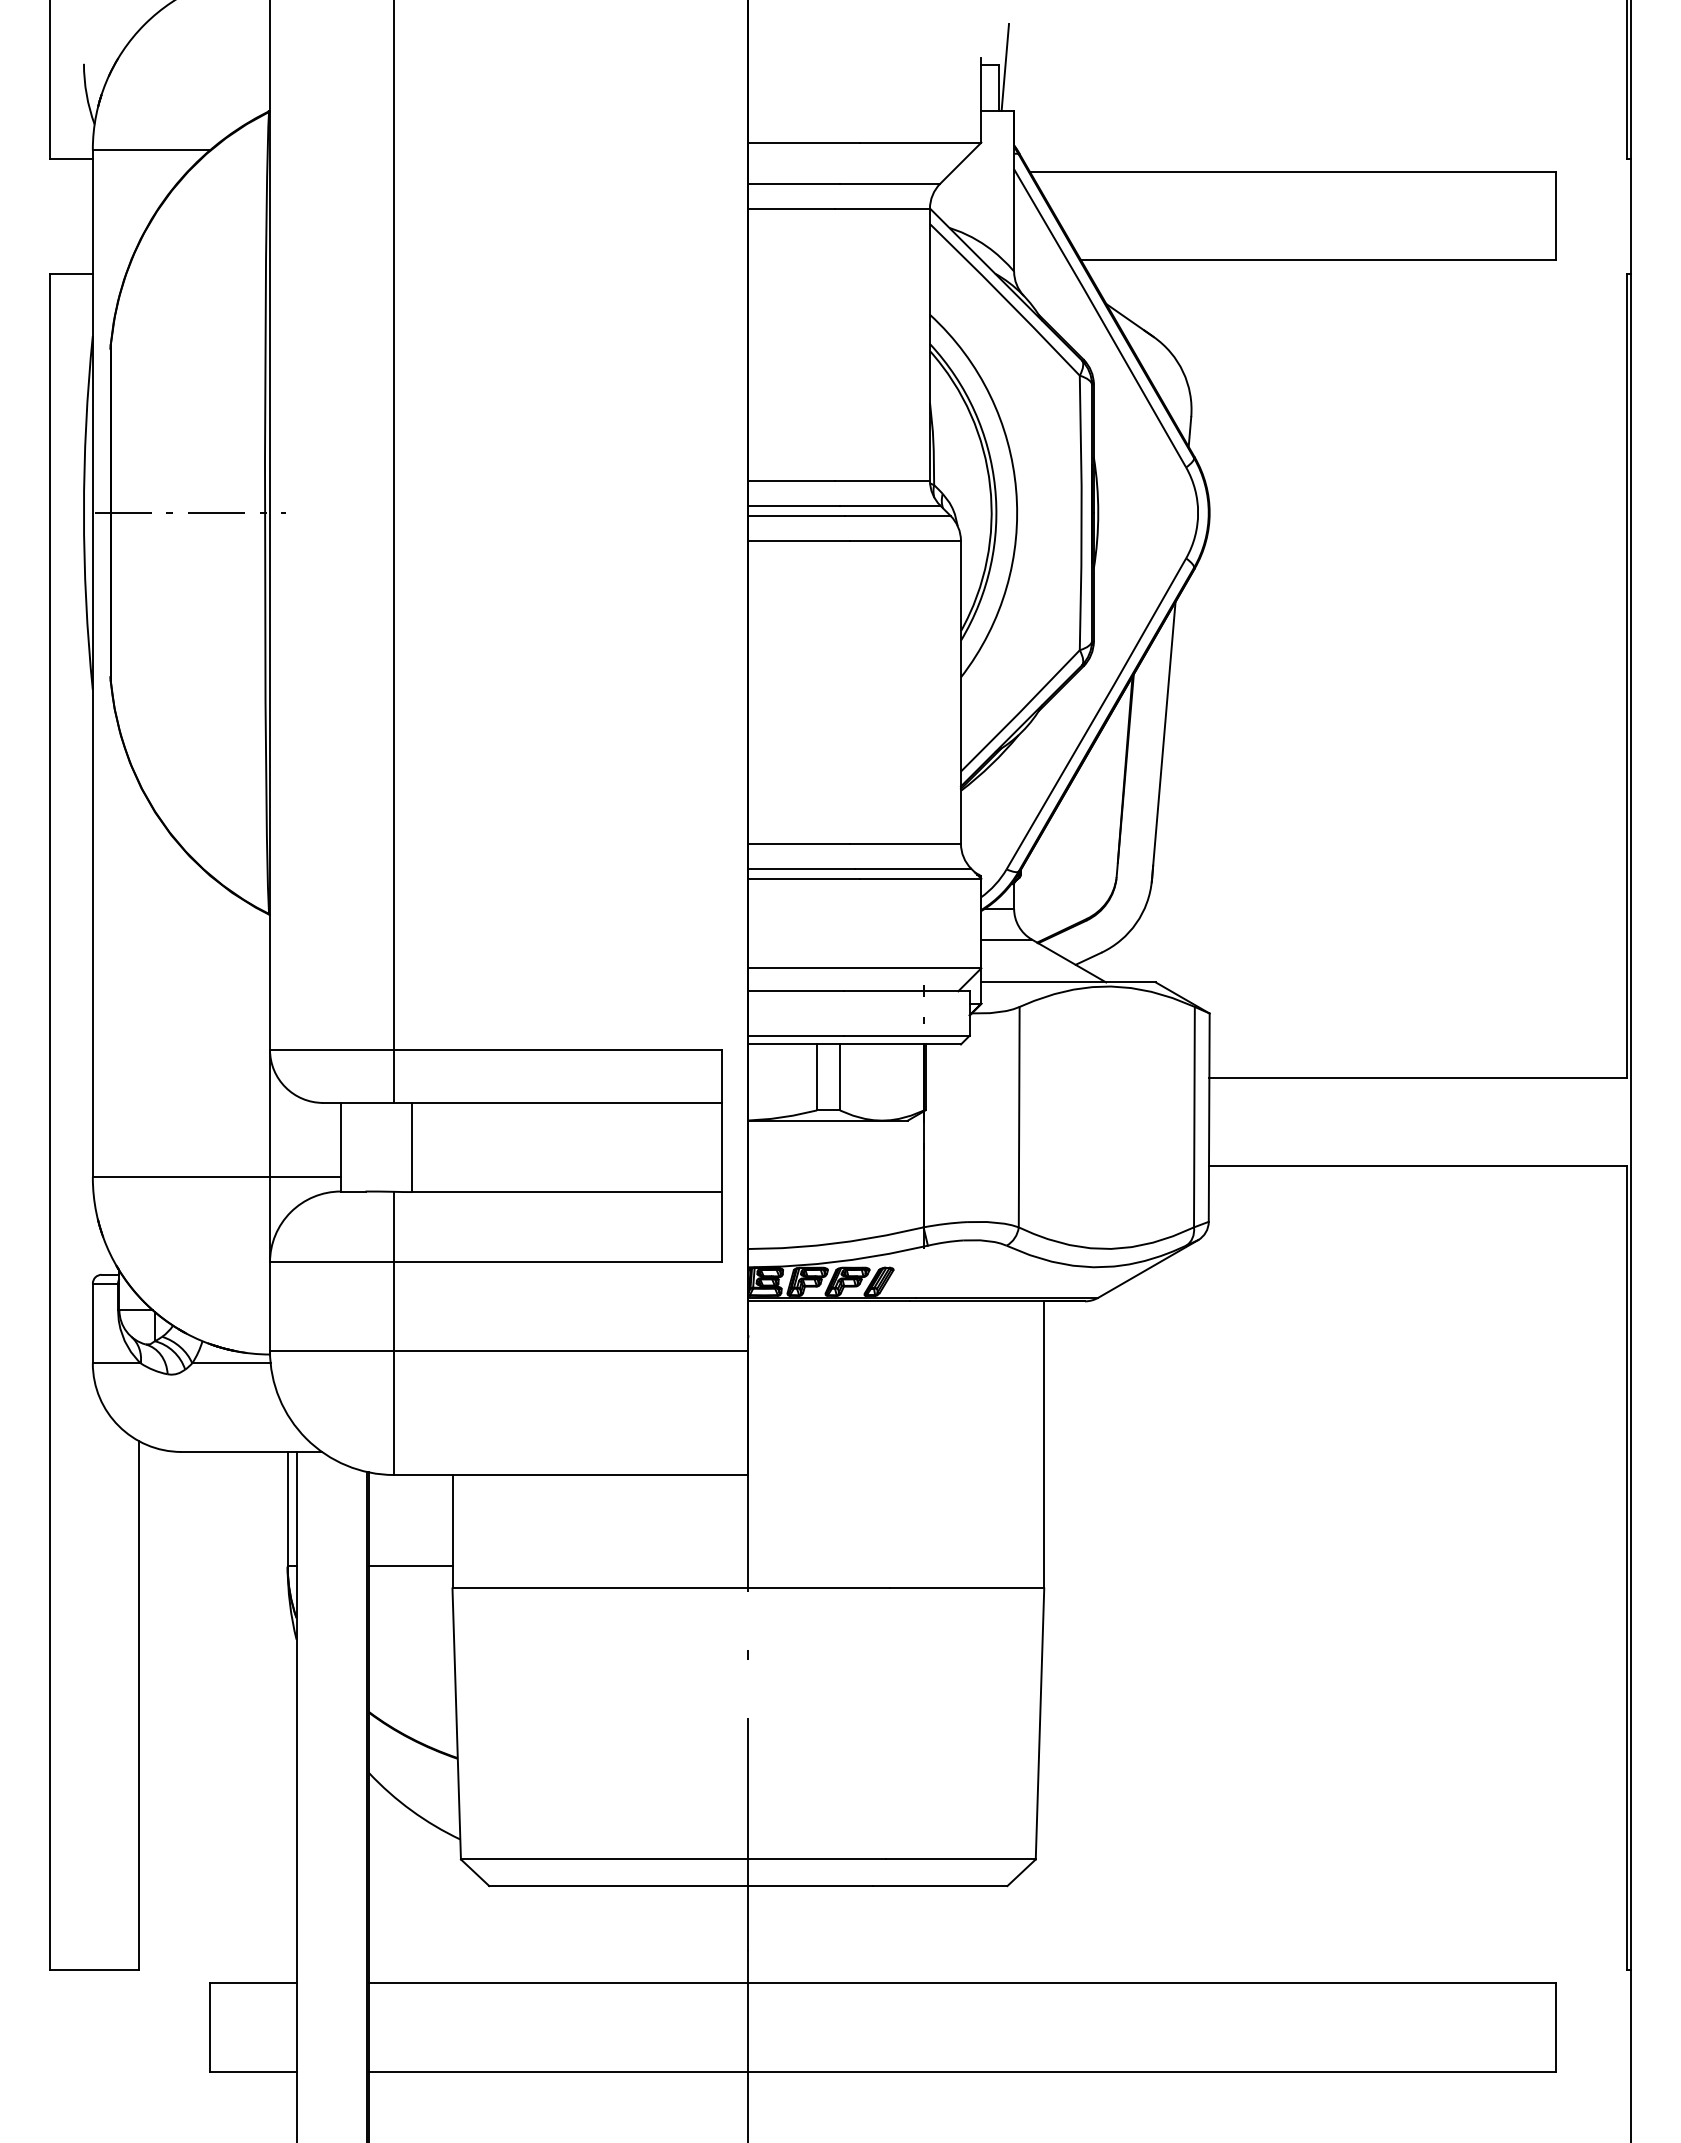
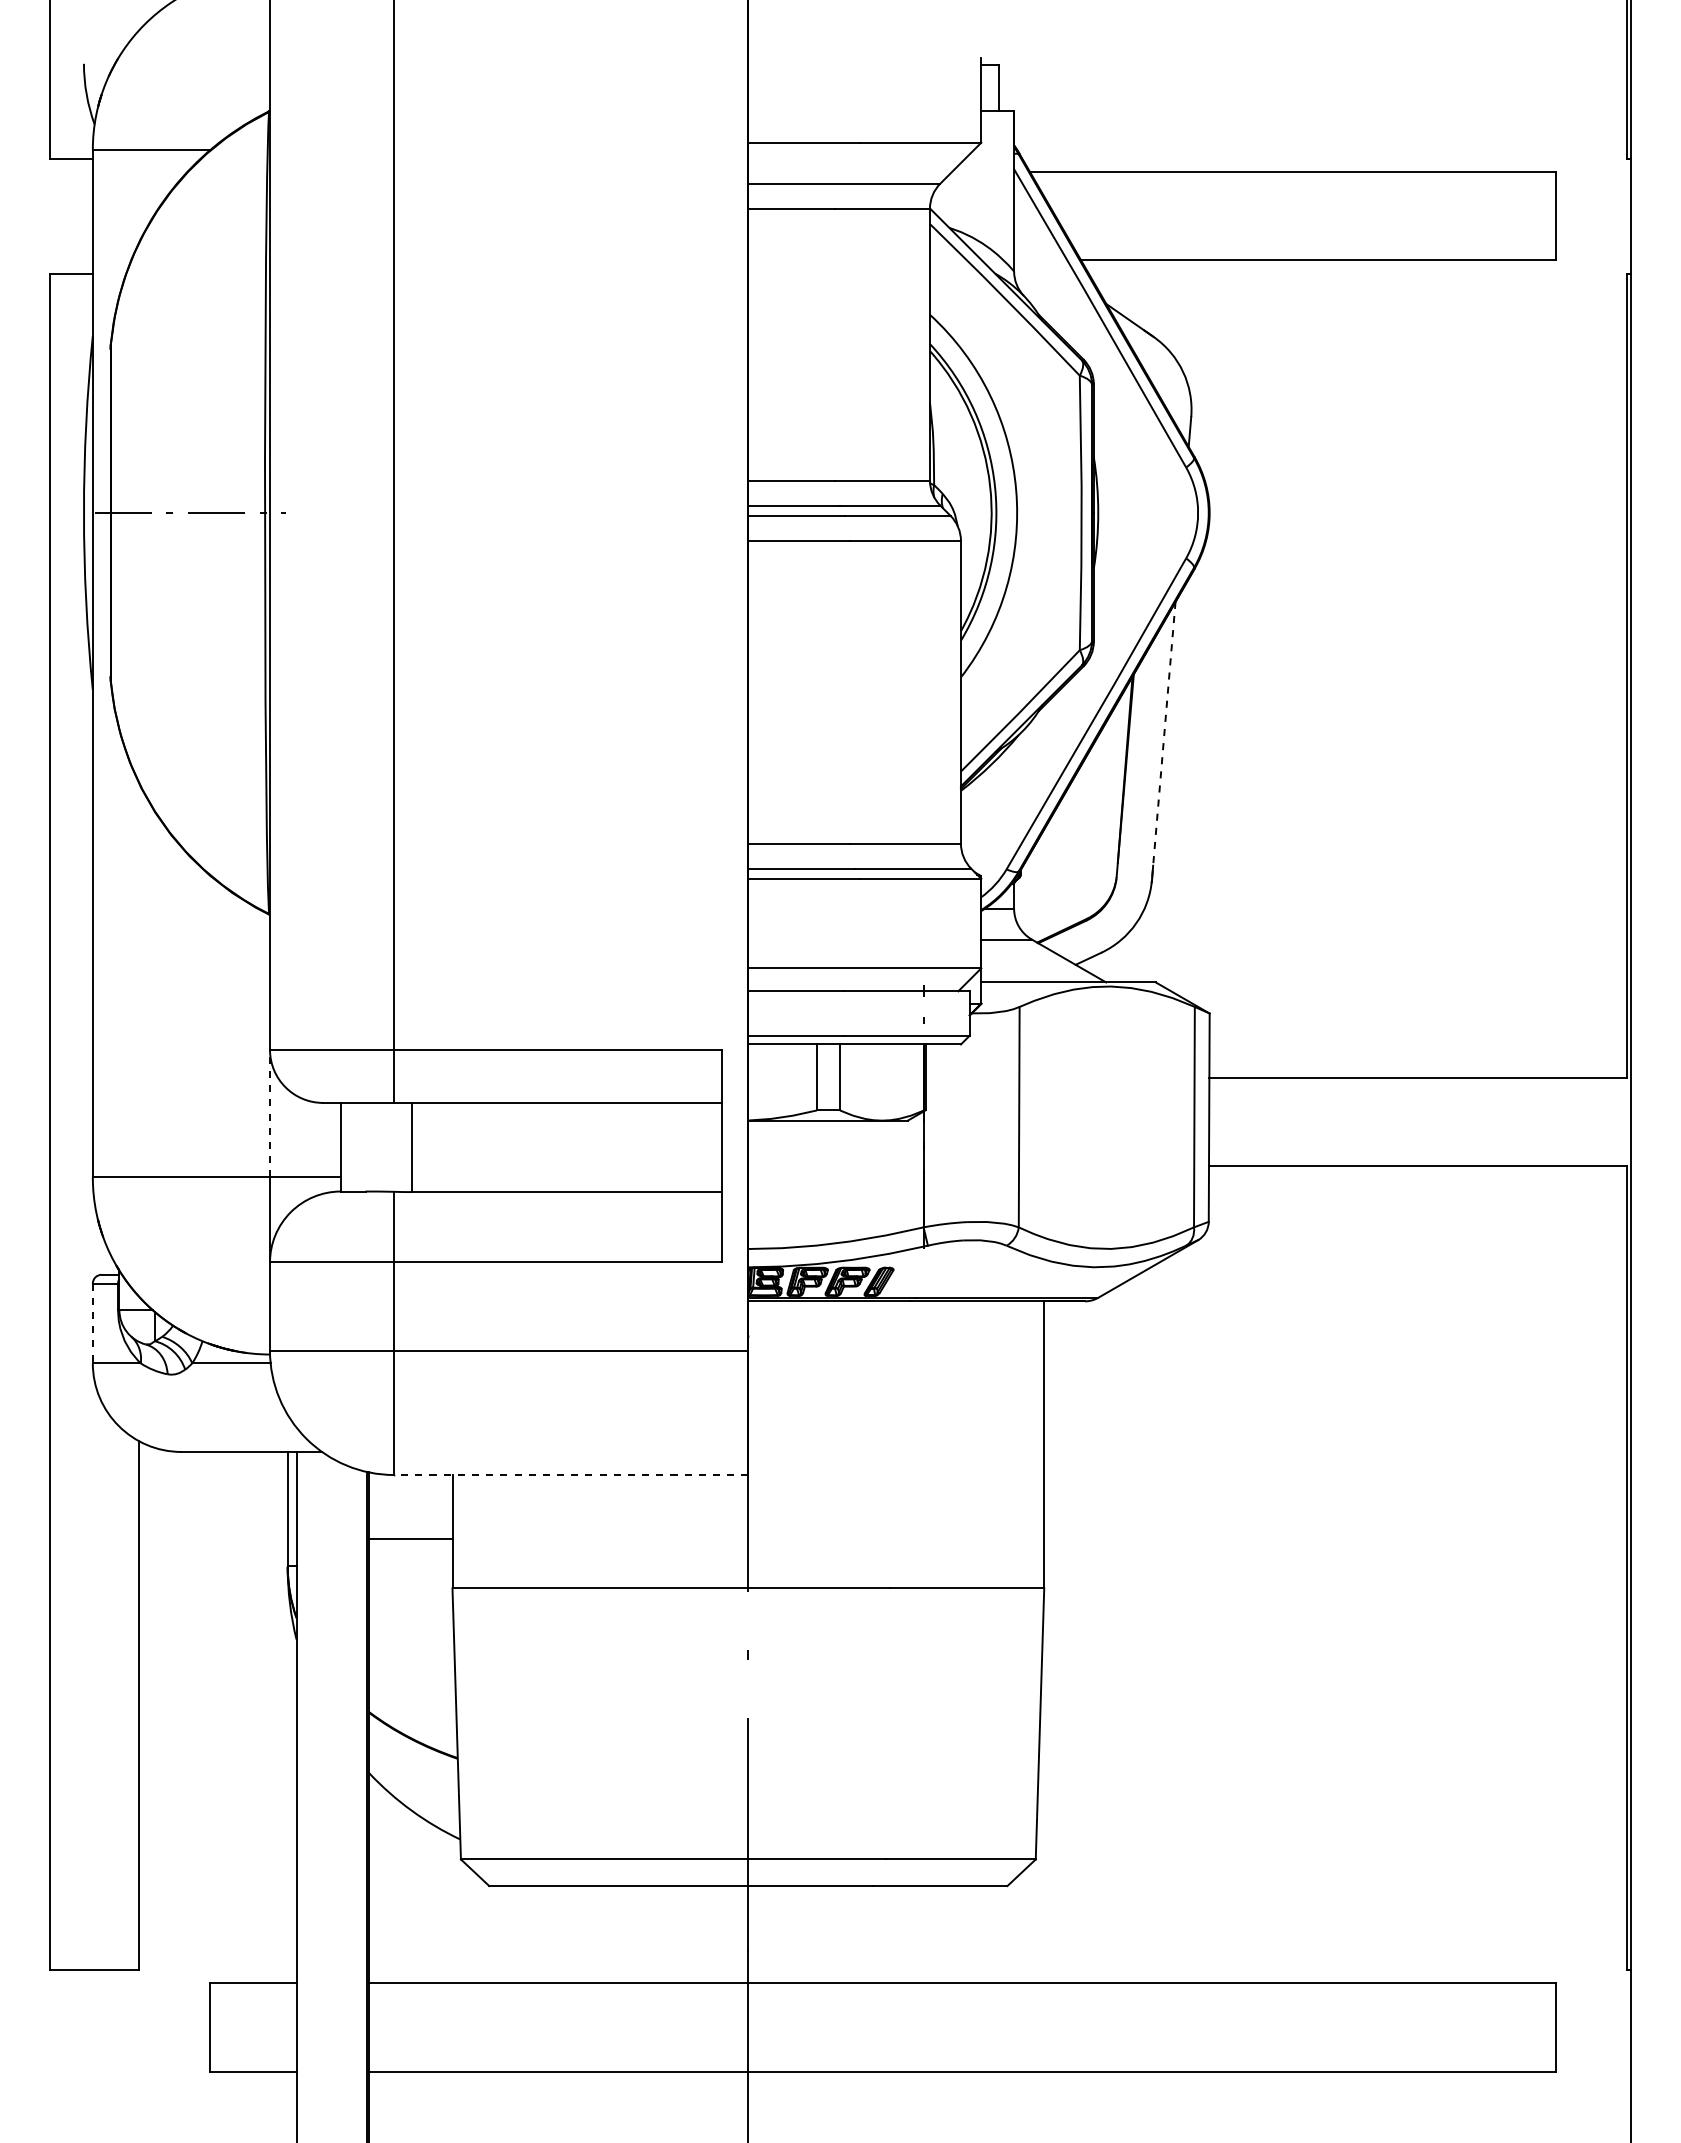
line at (1005, 66): present -> none
line at (1163, 740): solid -> dashed
line at (270, 1113): solid -> dashed
line at (92, 1323): solid -> dashed
line at (570, 1475): solid -> dashed
line at (410, 1566) position: (410, 1566) -> (410, 1539)
